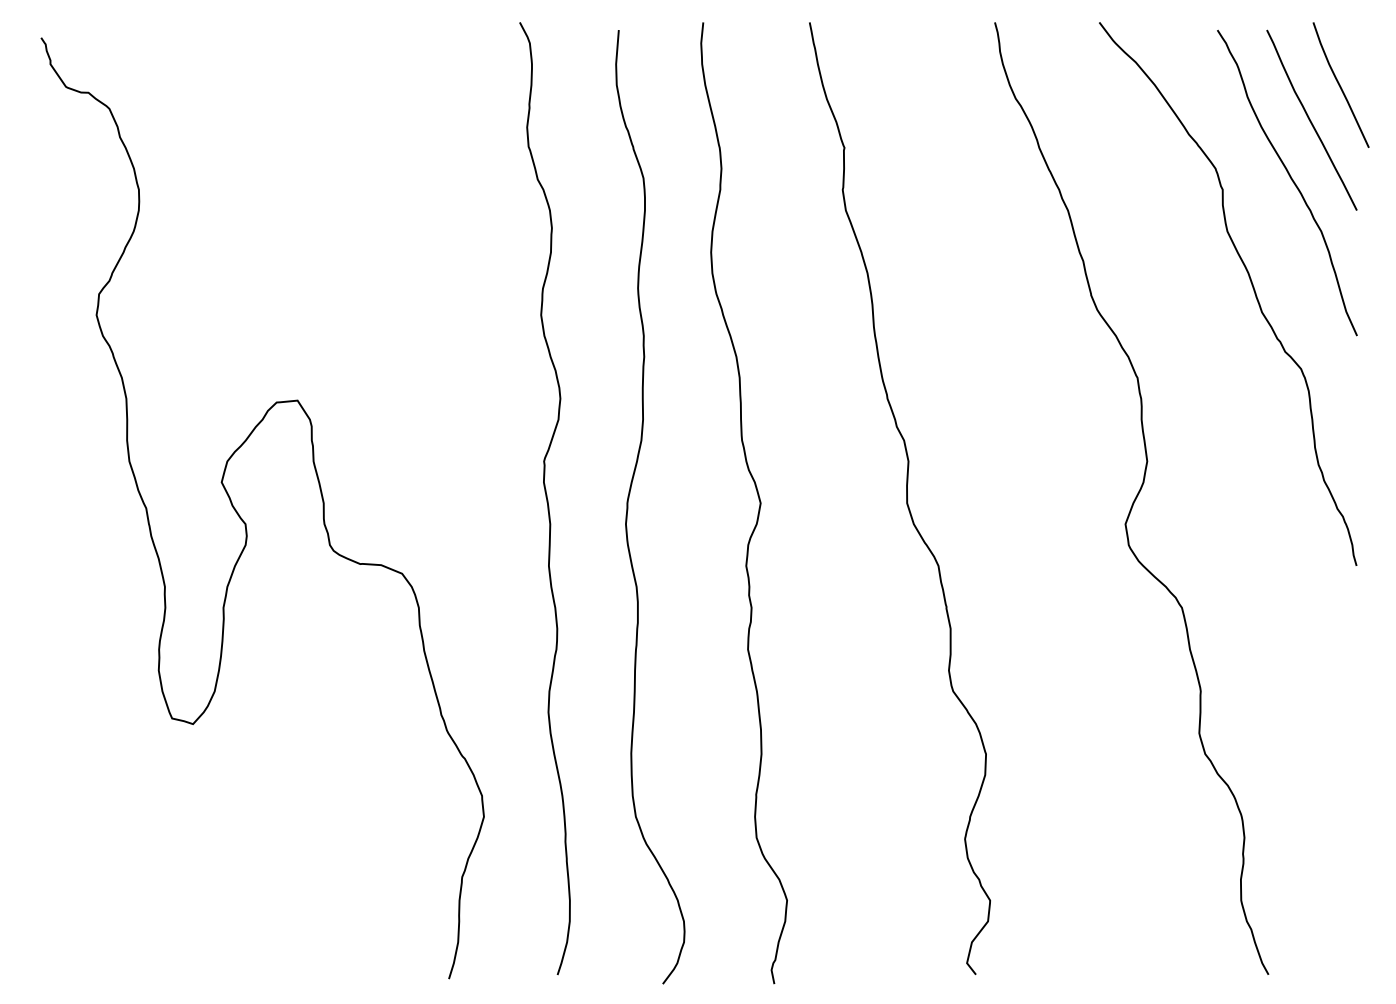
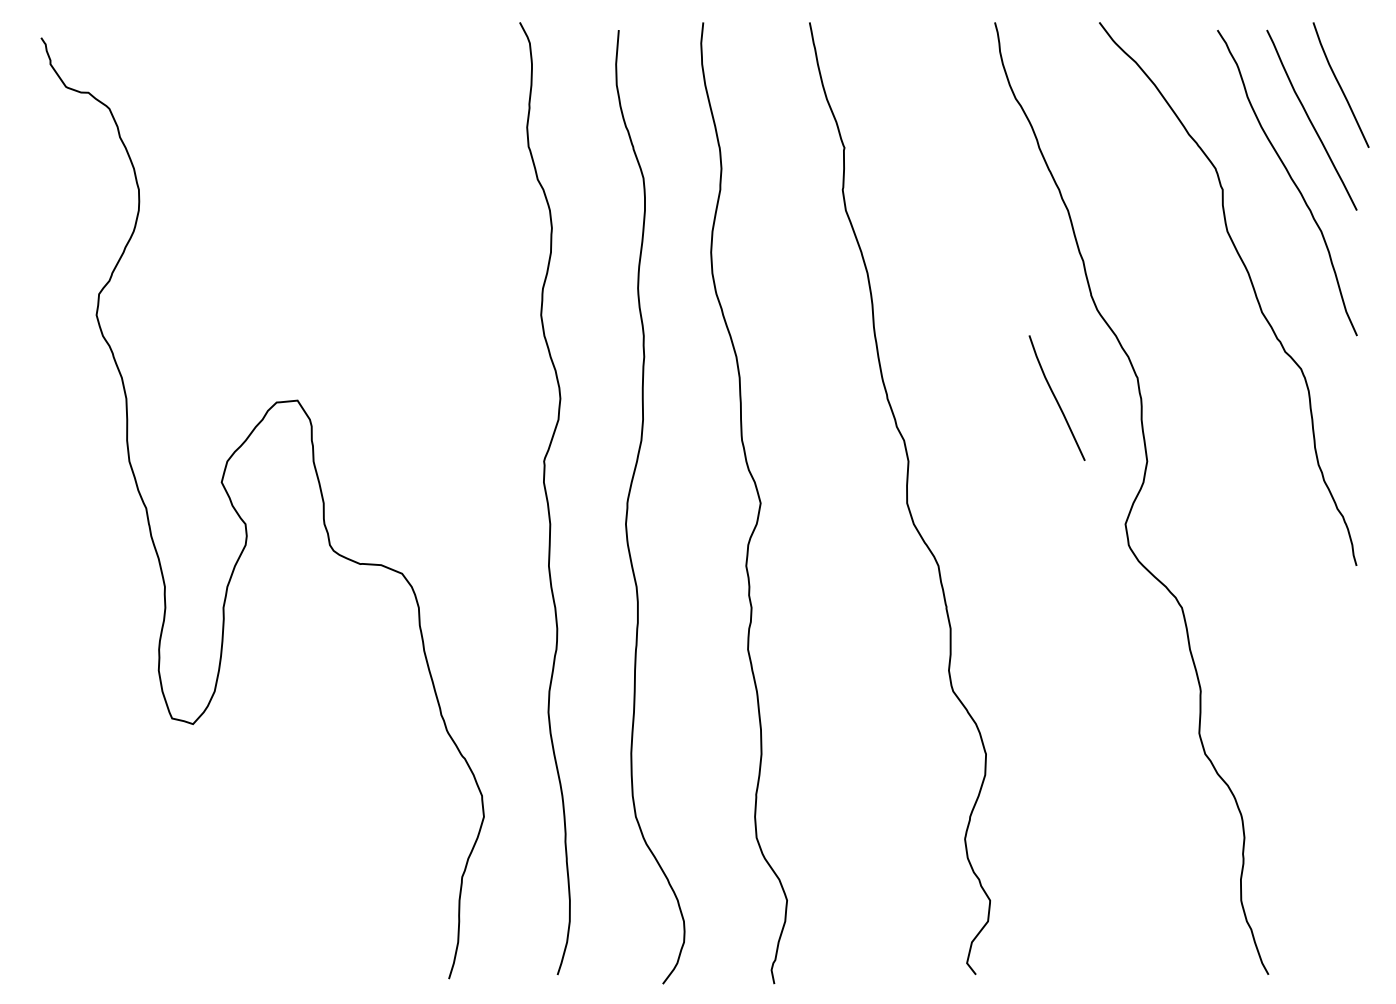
curve at (1056, 397): none -> present
